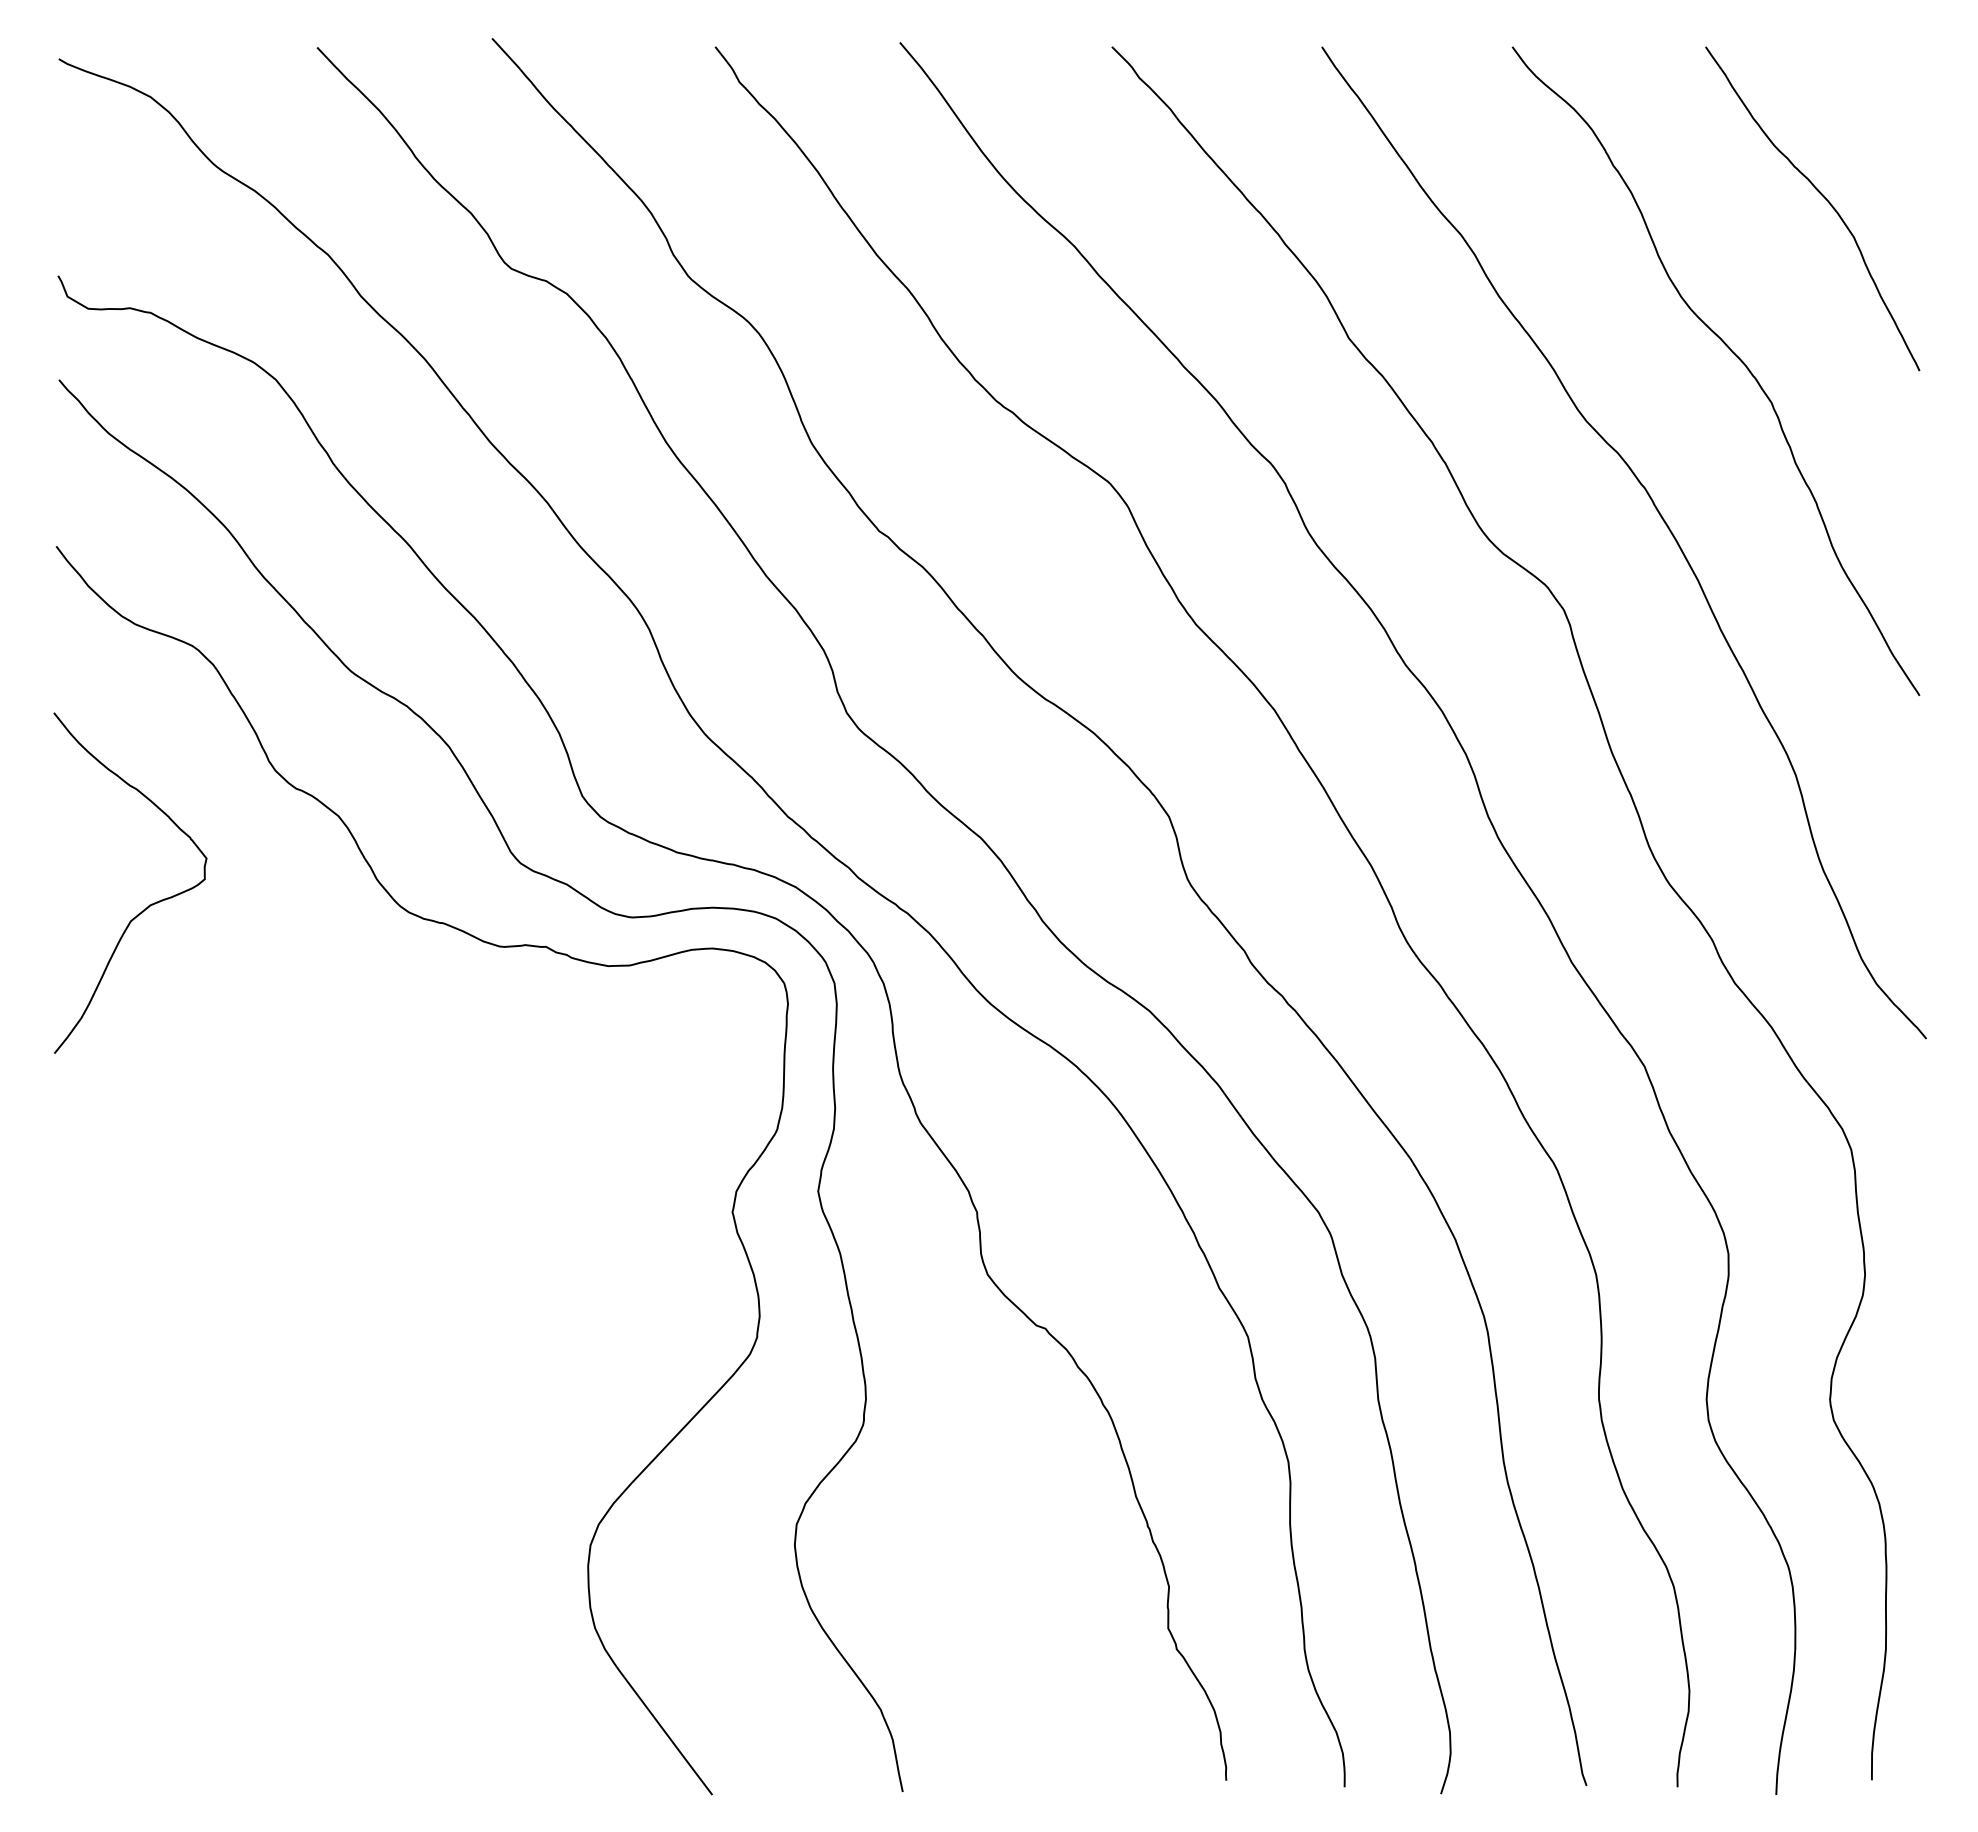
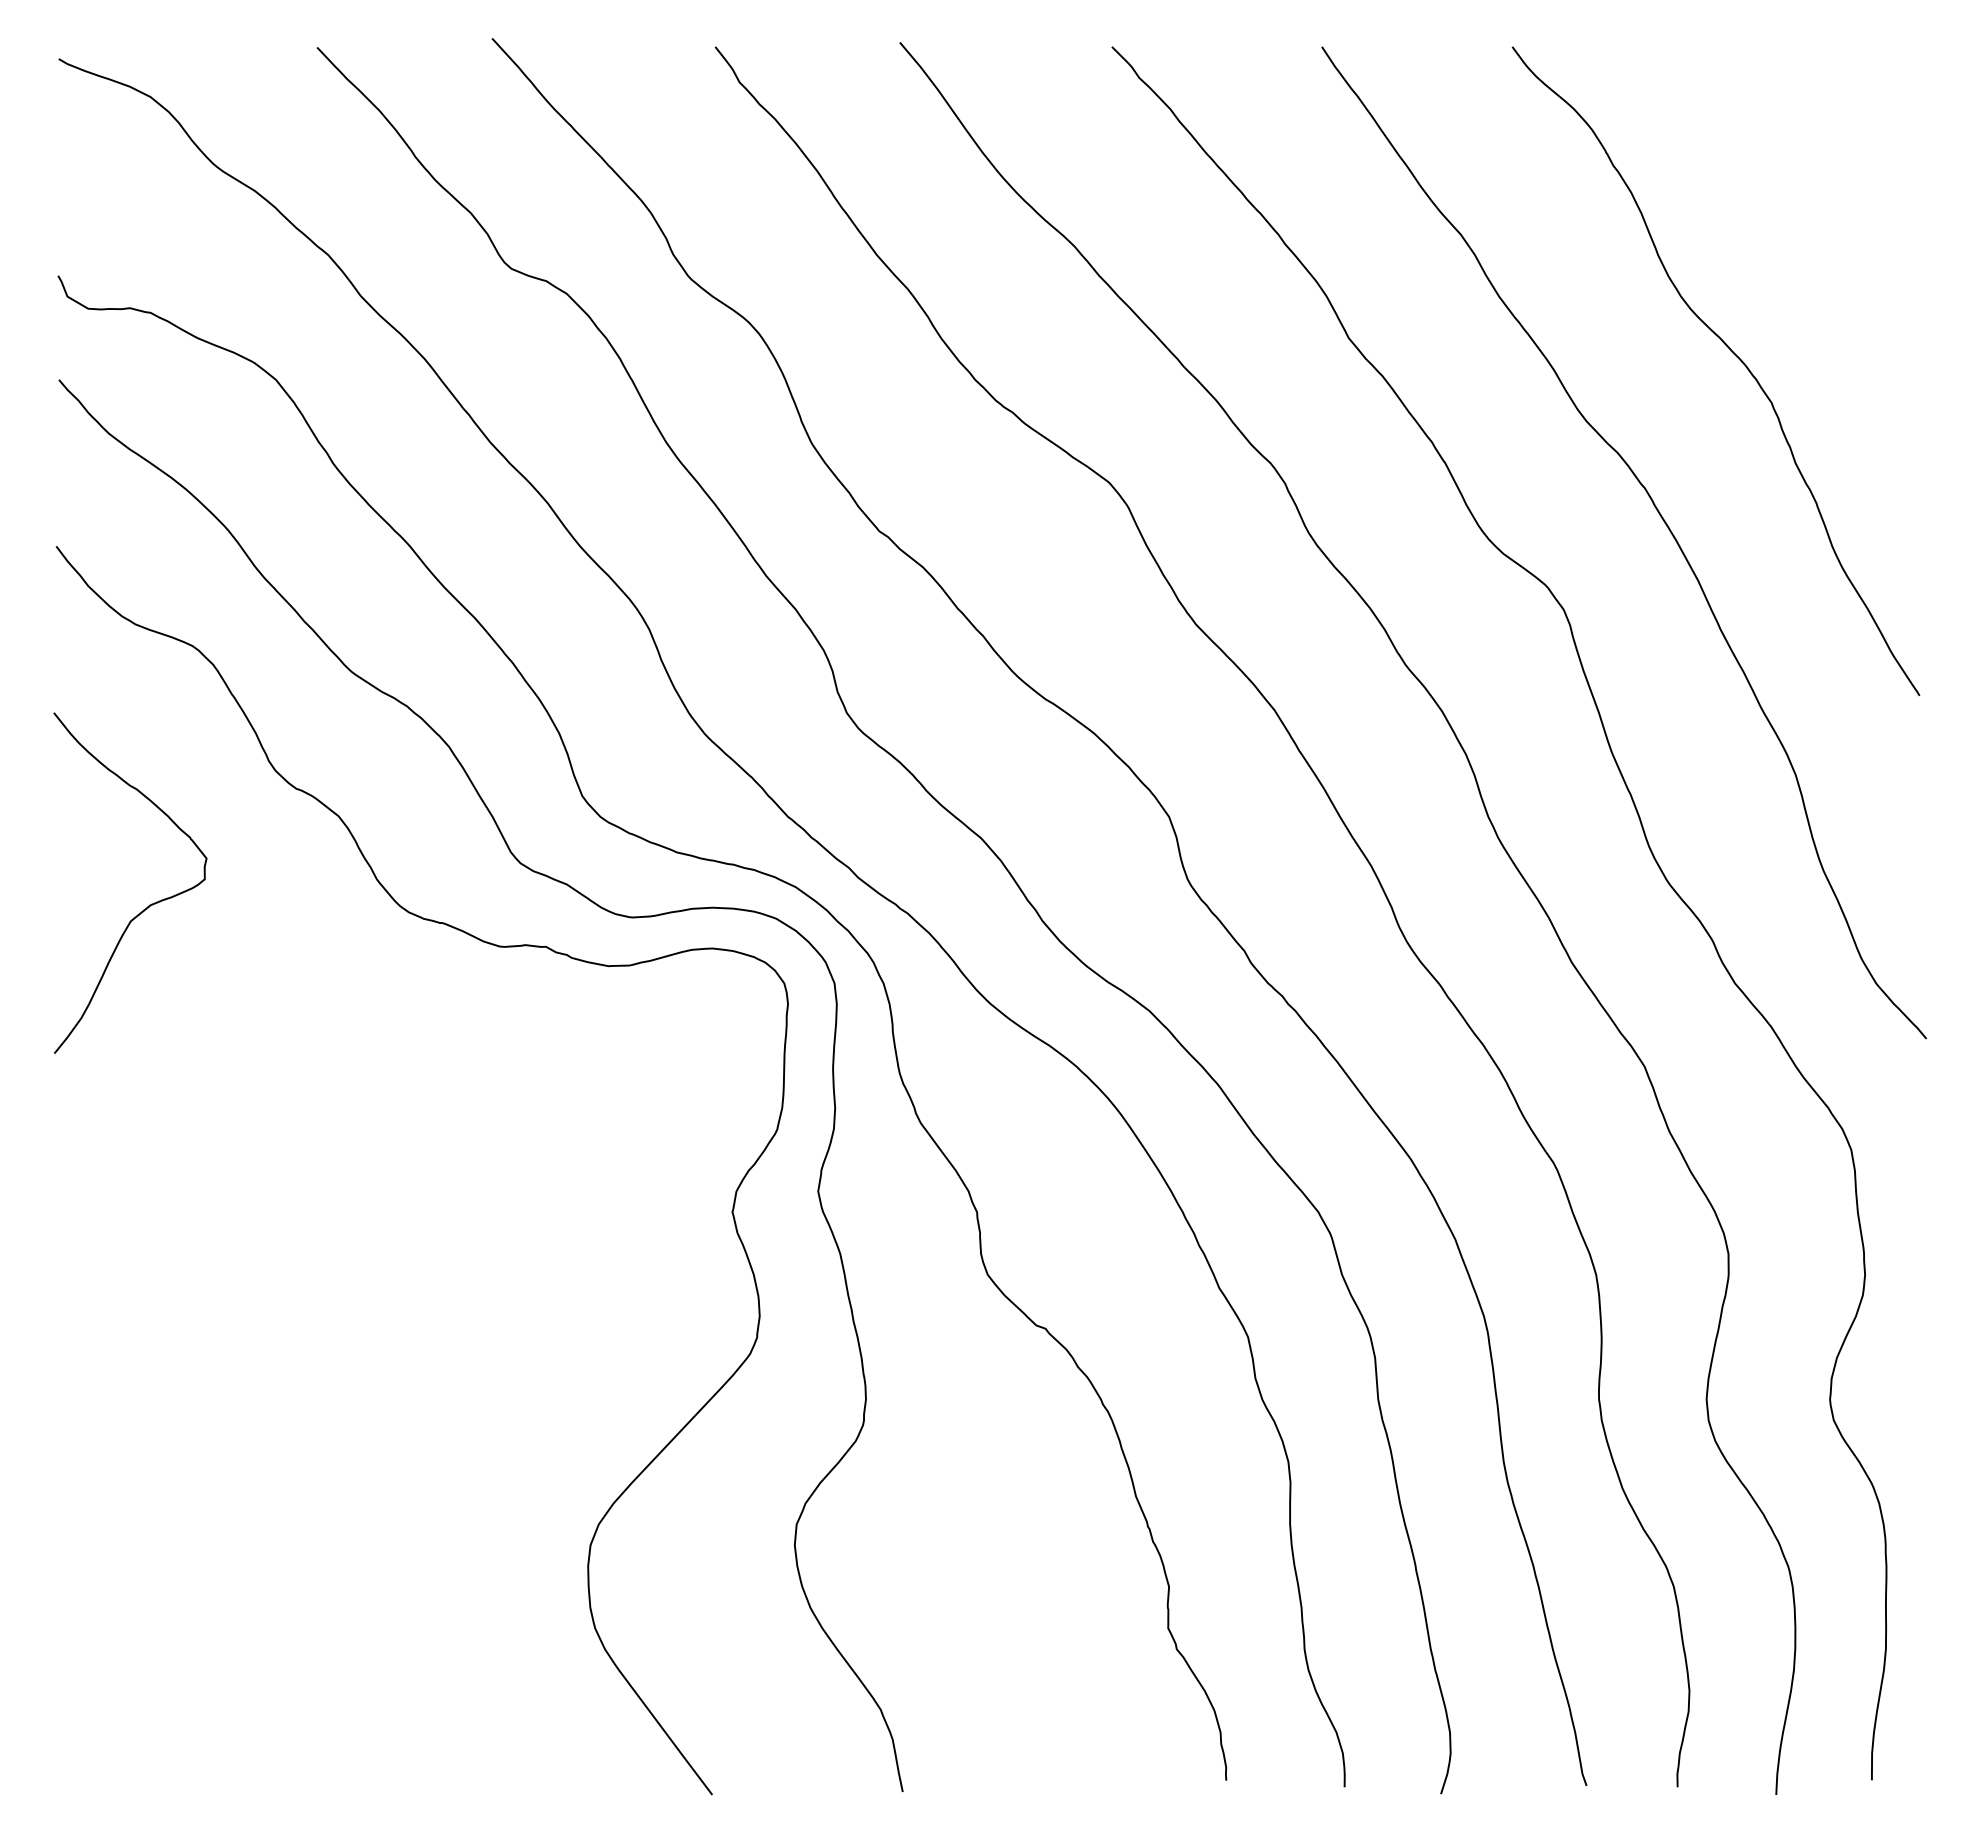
curve at (1823, 197): present -> none
